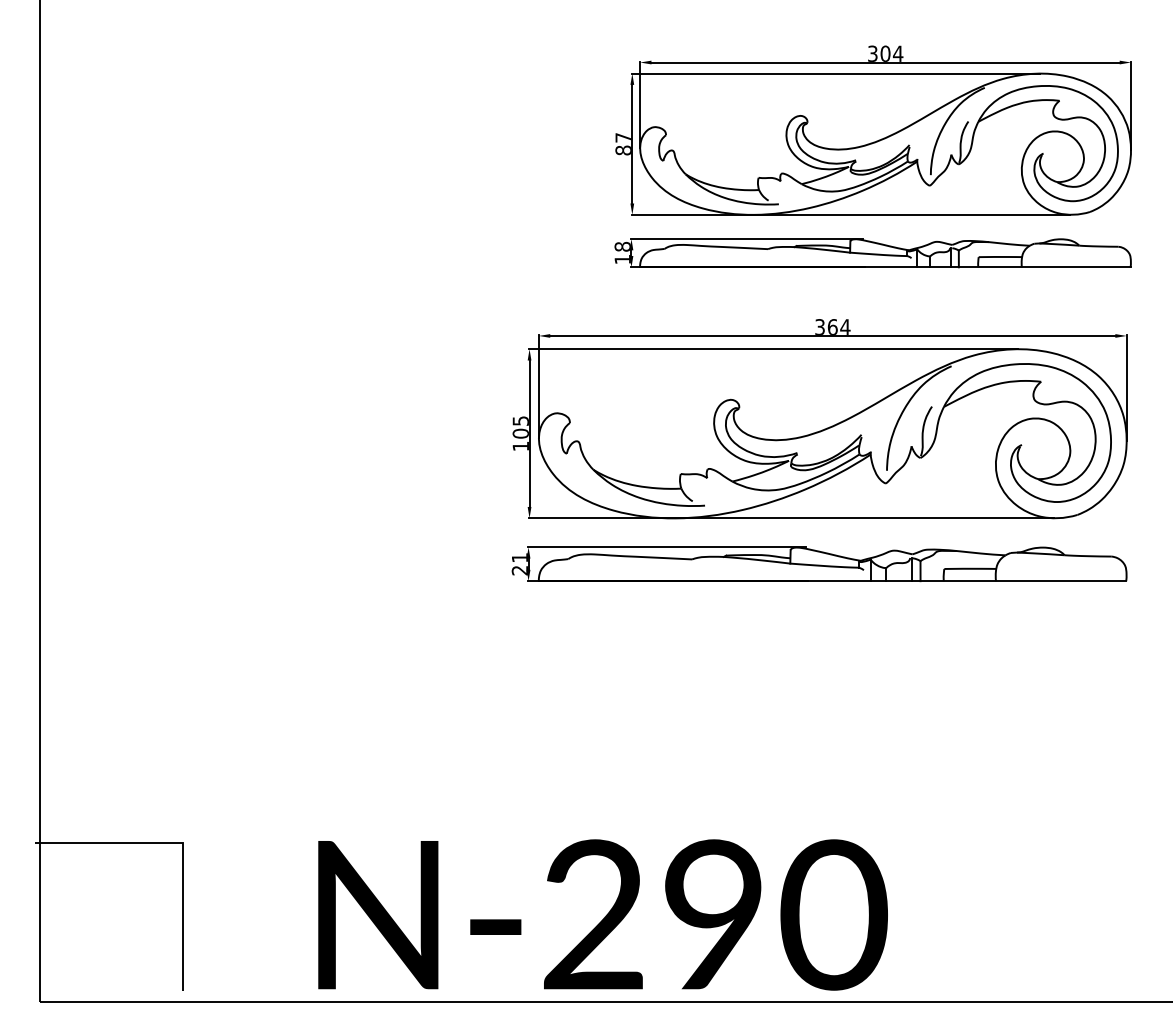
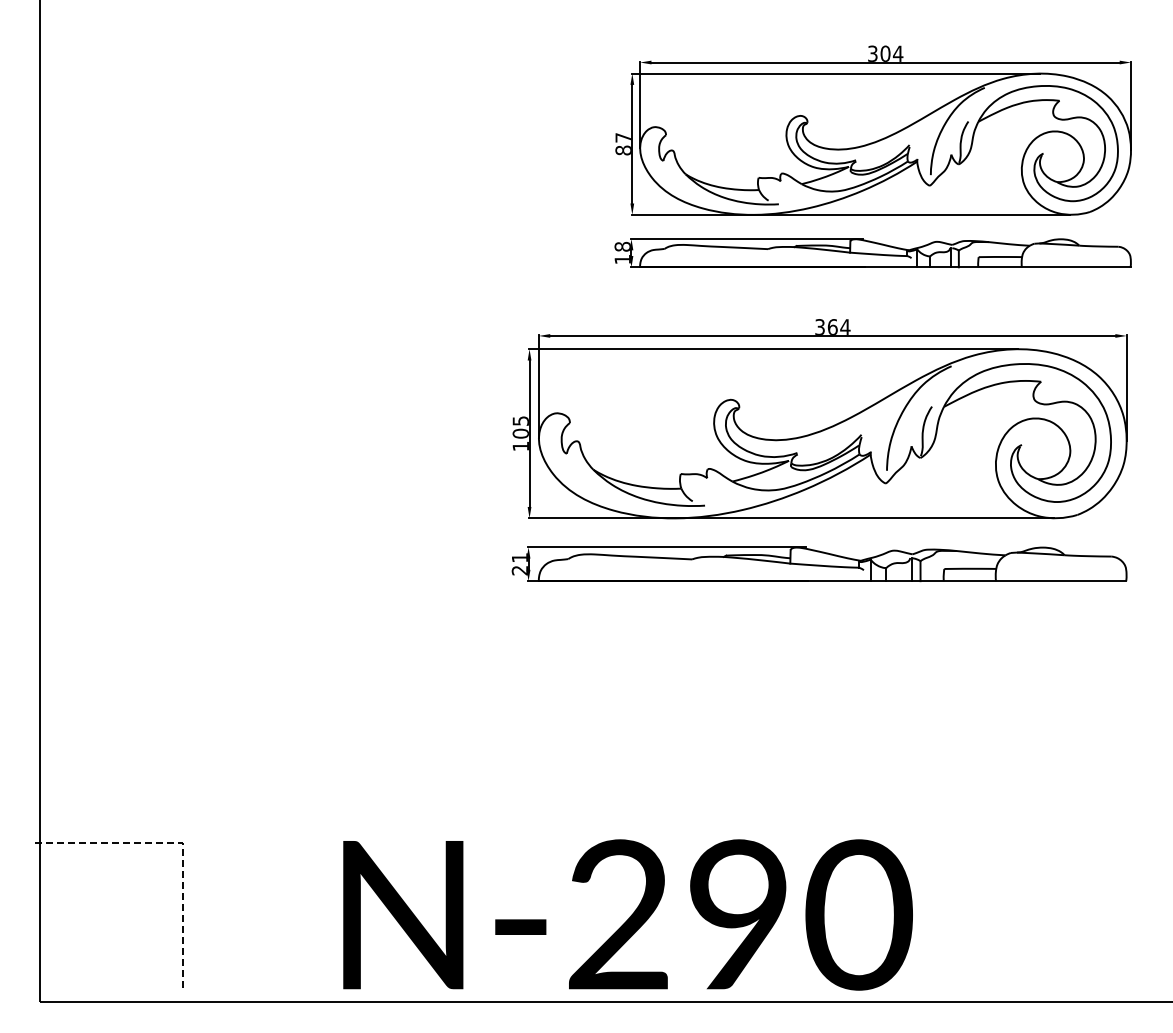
line at (183, 842): solid -> dashed
text at (602, 914) position: (602, 914) -> (627, 914)
